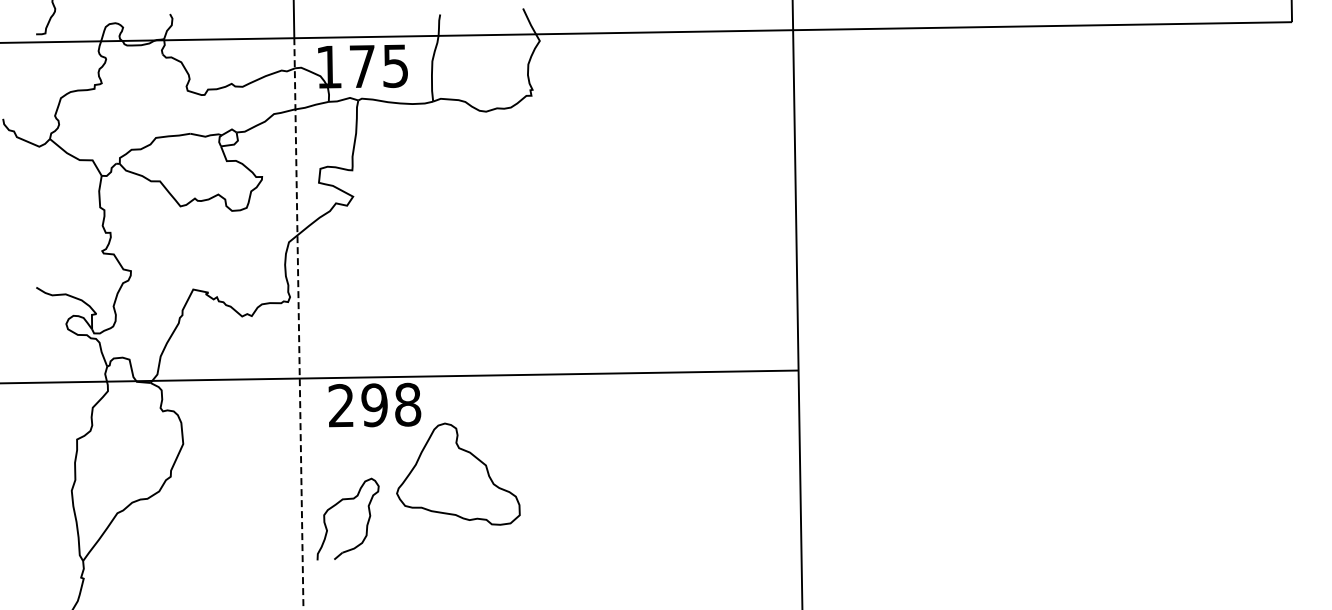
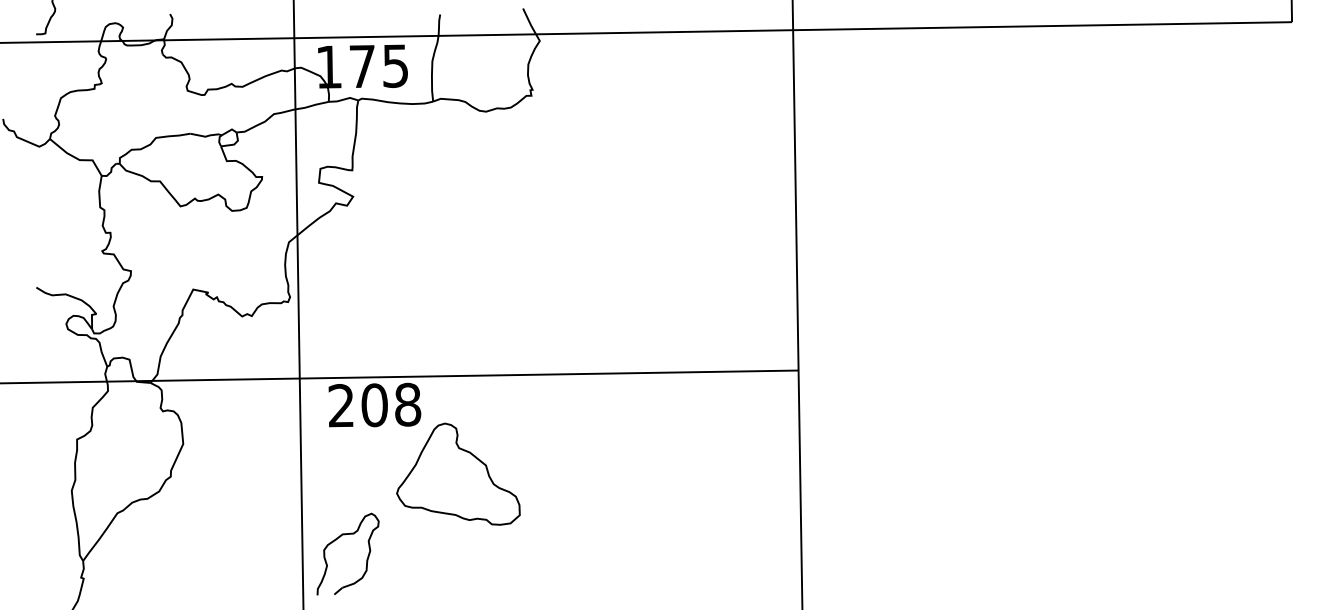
line at (298, 324): dashed -> solid
text at (374, 405): 298 -> 208
part at (336, 505) position: (336, 505) -> (336, 540)
